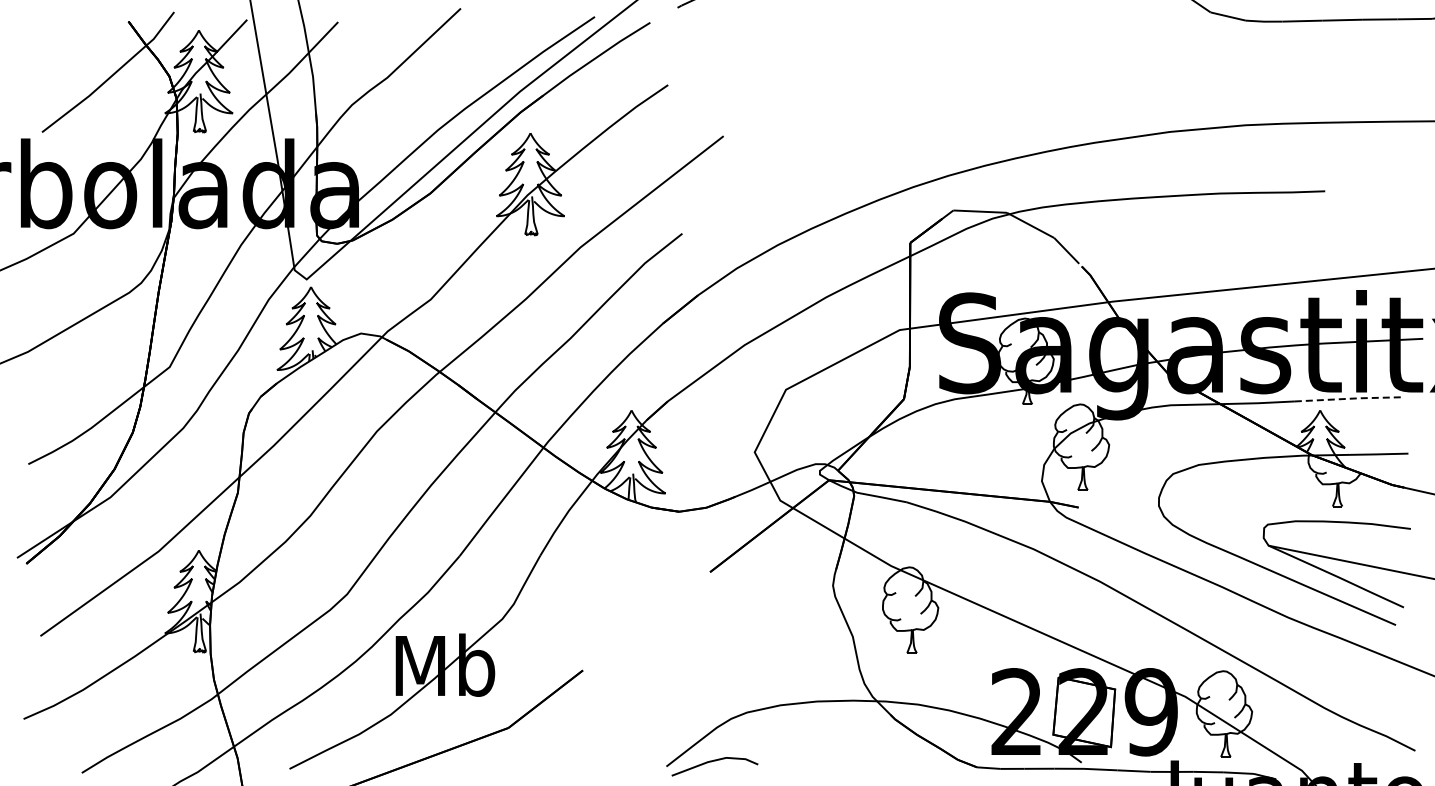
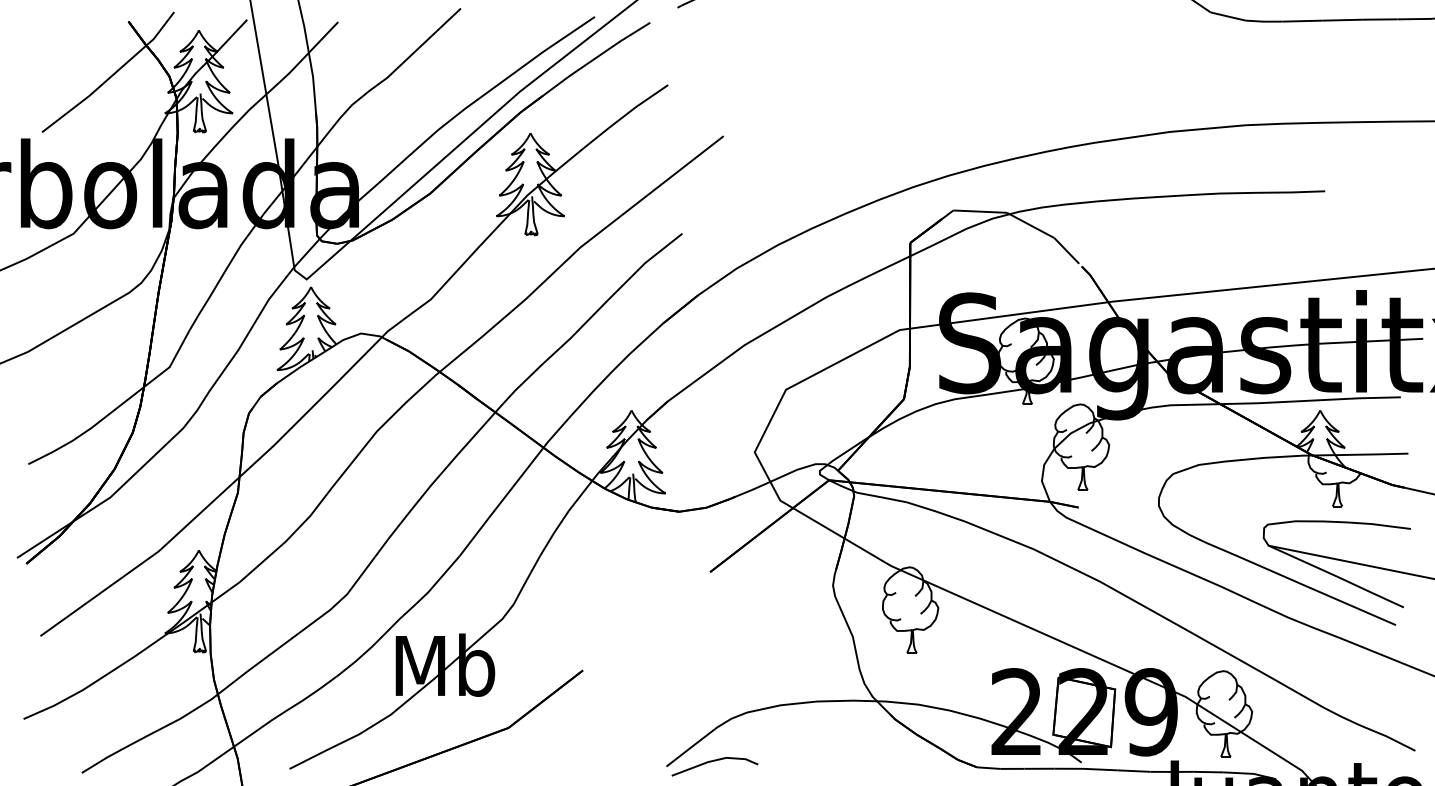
line at (1347, 398): dashed -> solid
